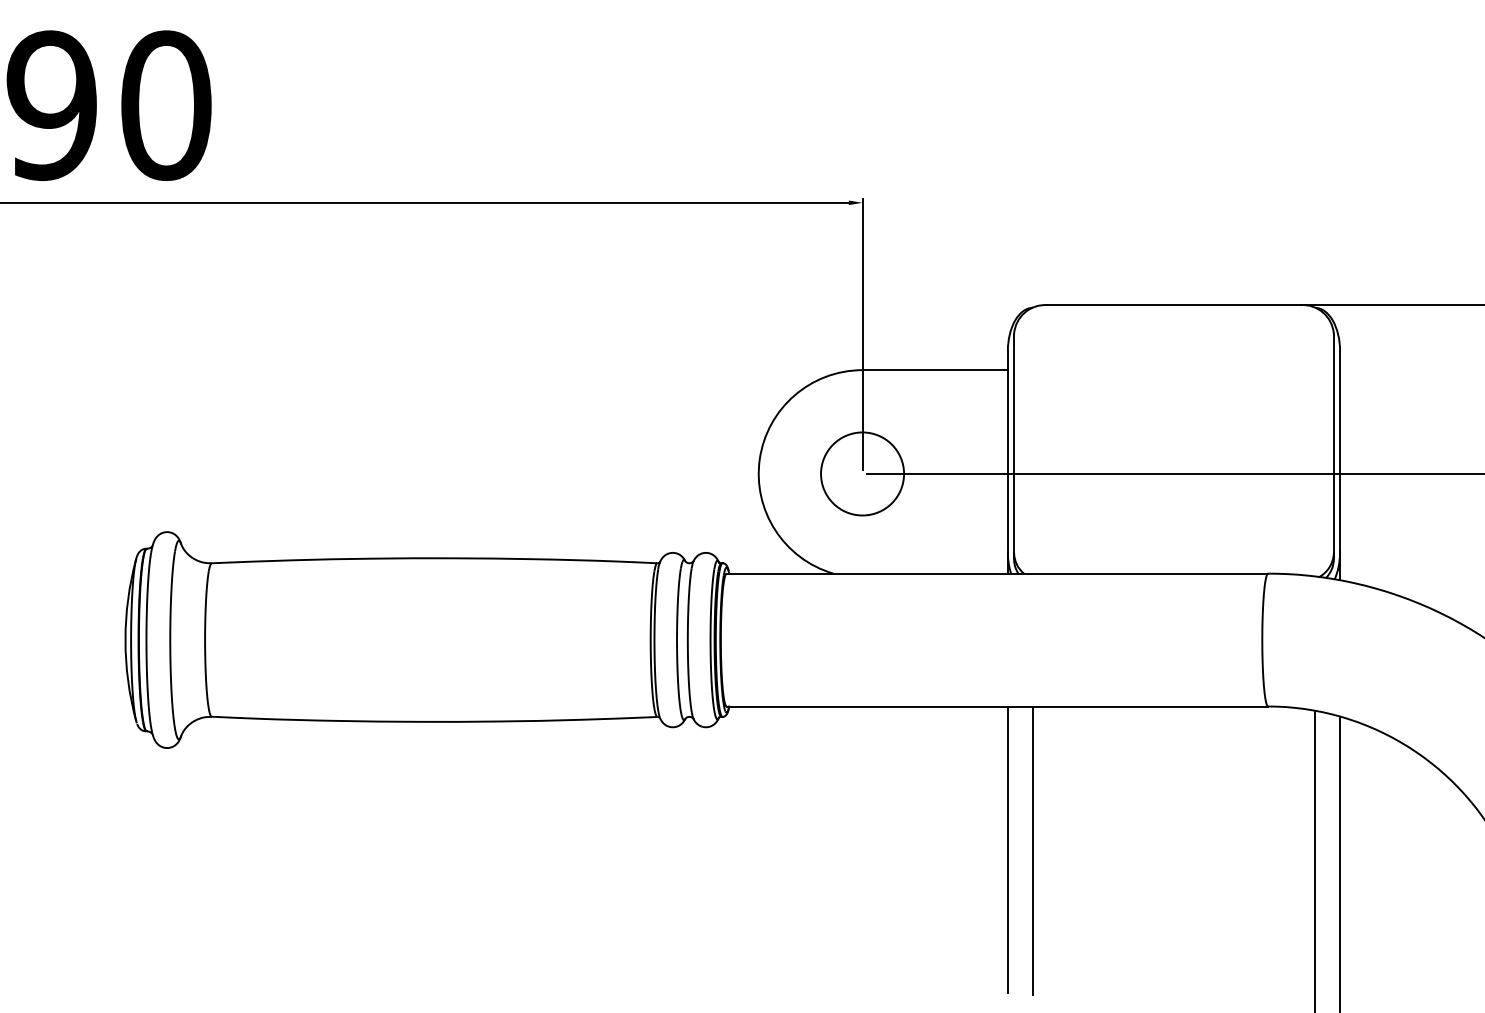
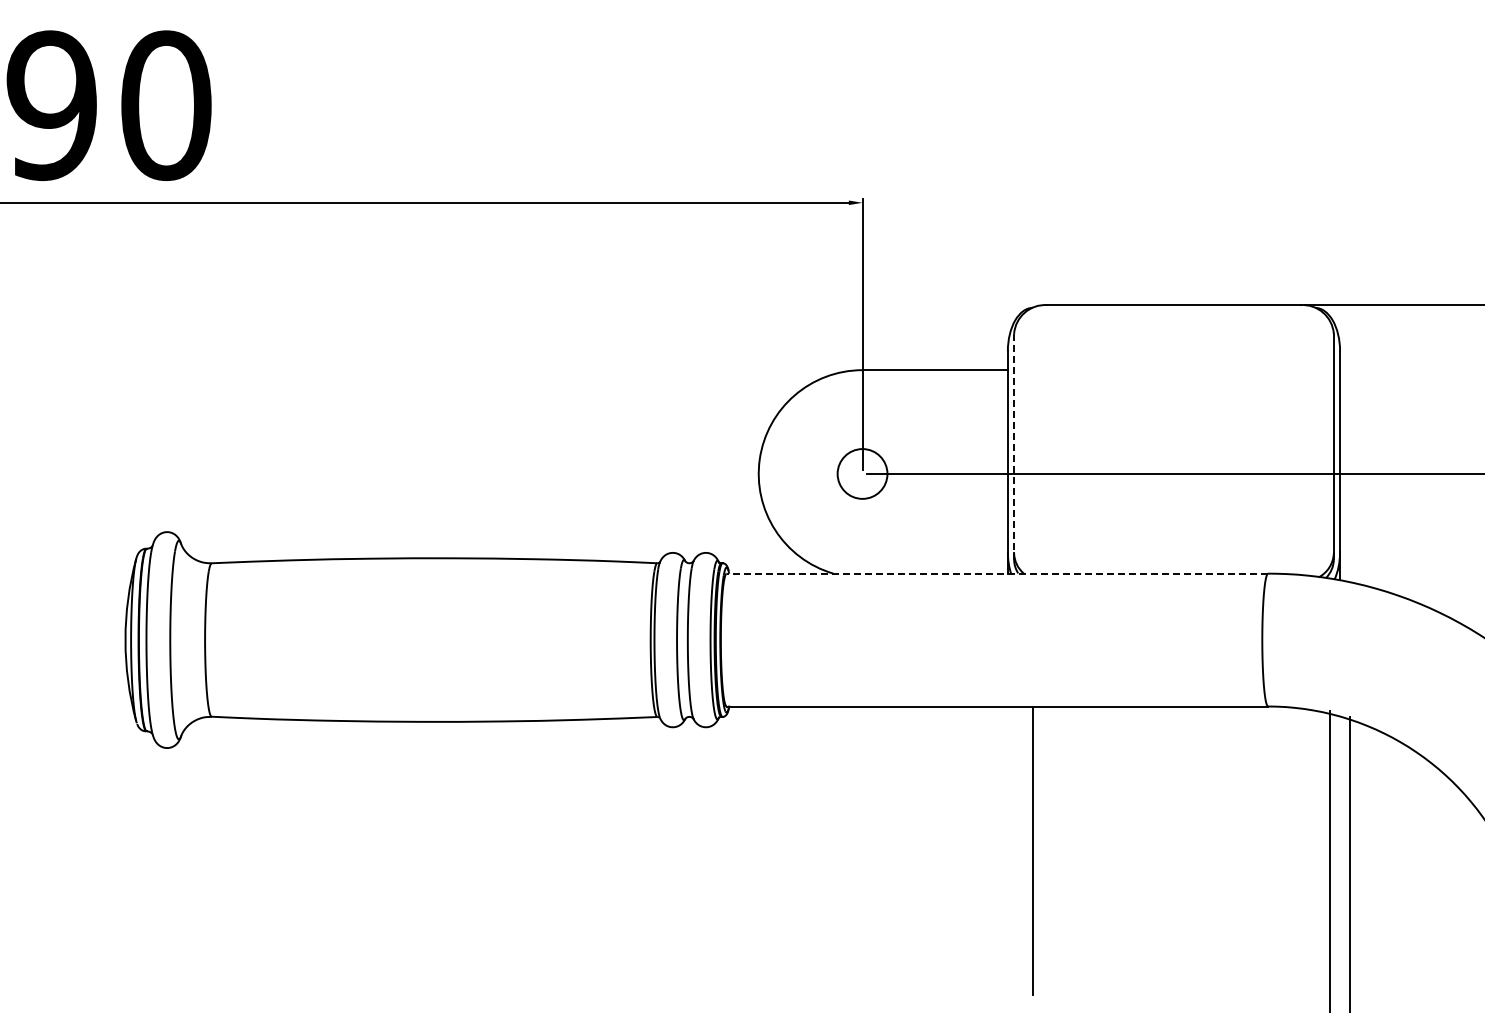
line at (1014, 443): solid -> dashed
circle at (862, 473) diameter: 83 px -> 50 px
line at (997, 573): solid -> dashed
line at (1007, 849): present -> none
line at (1315, 859) position: (1315, 859) -> (1330, 859)
line at (1340, 862) position: (1340, 862) -> (1350, 862)
